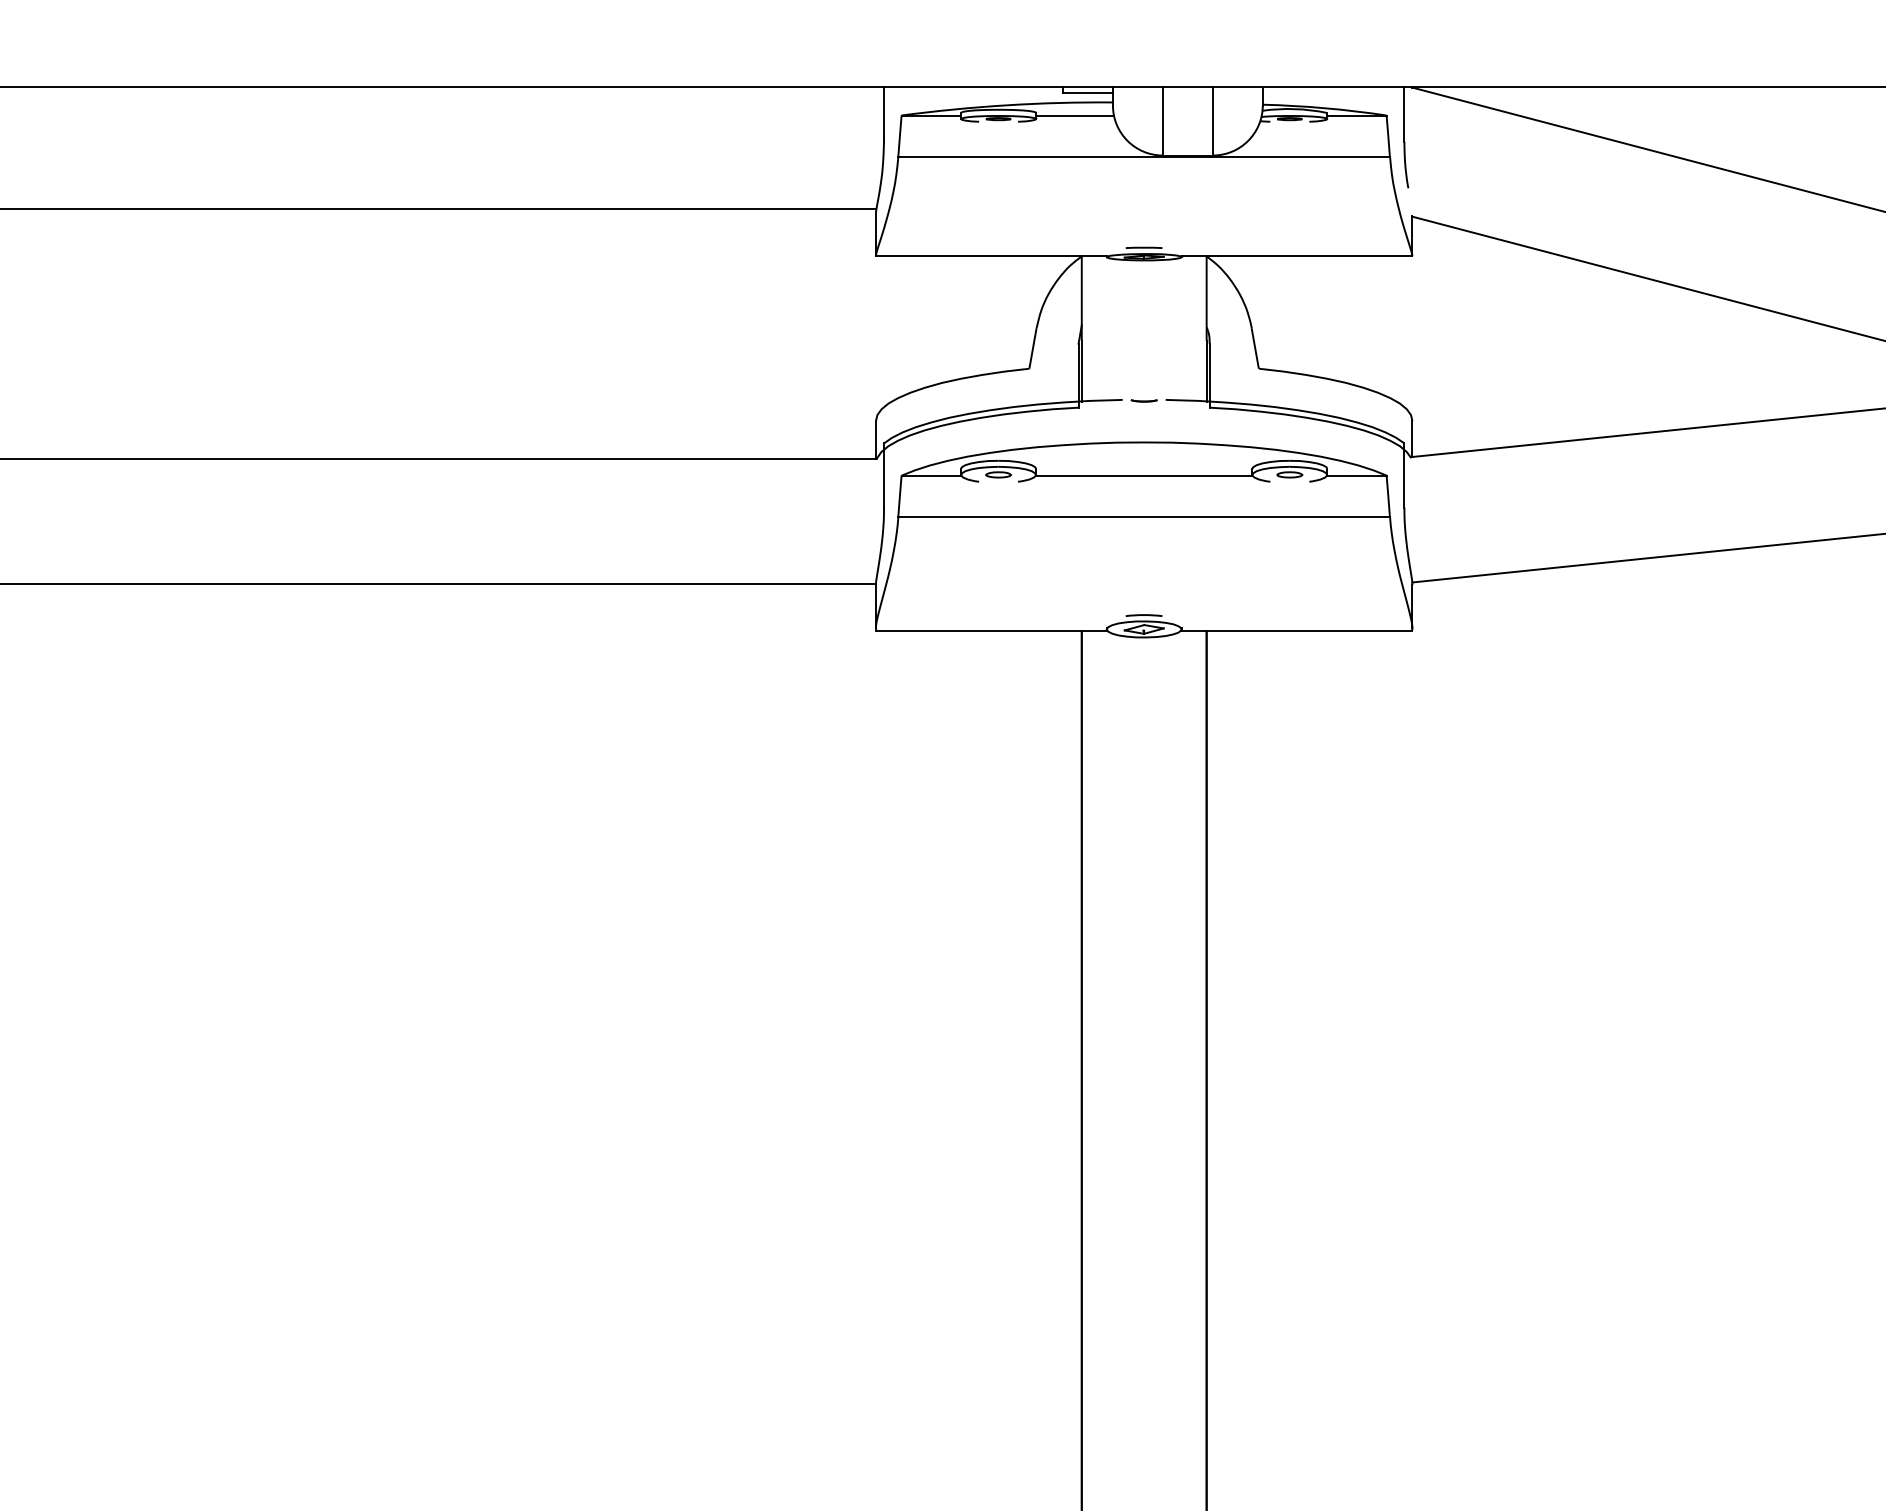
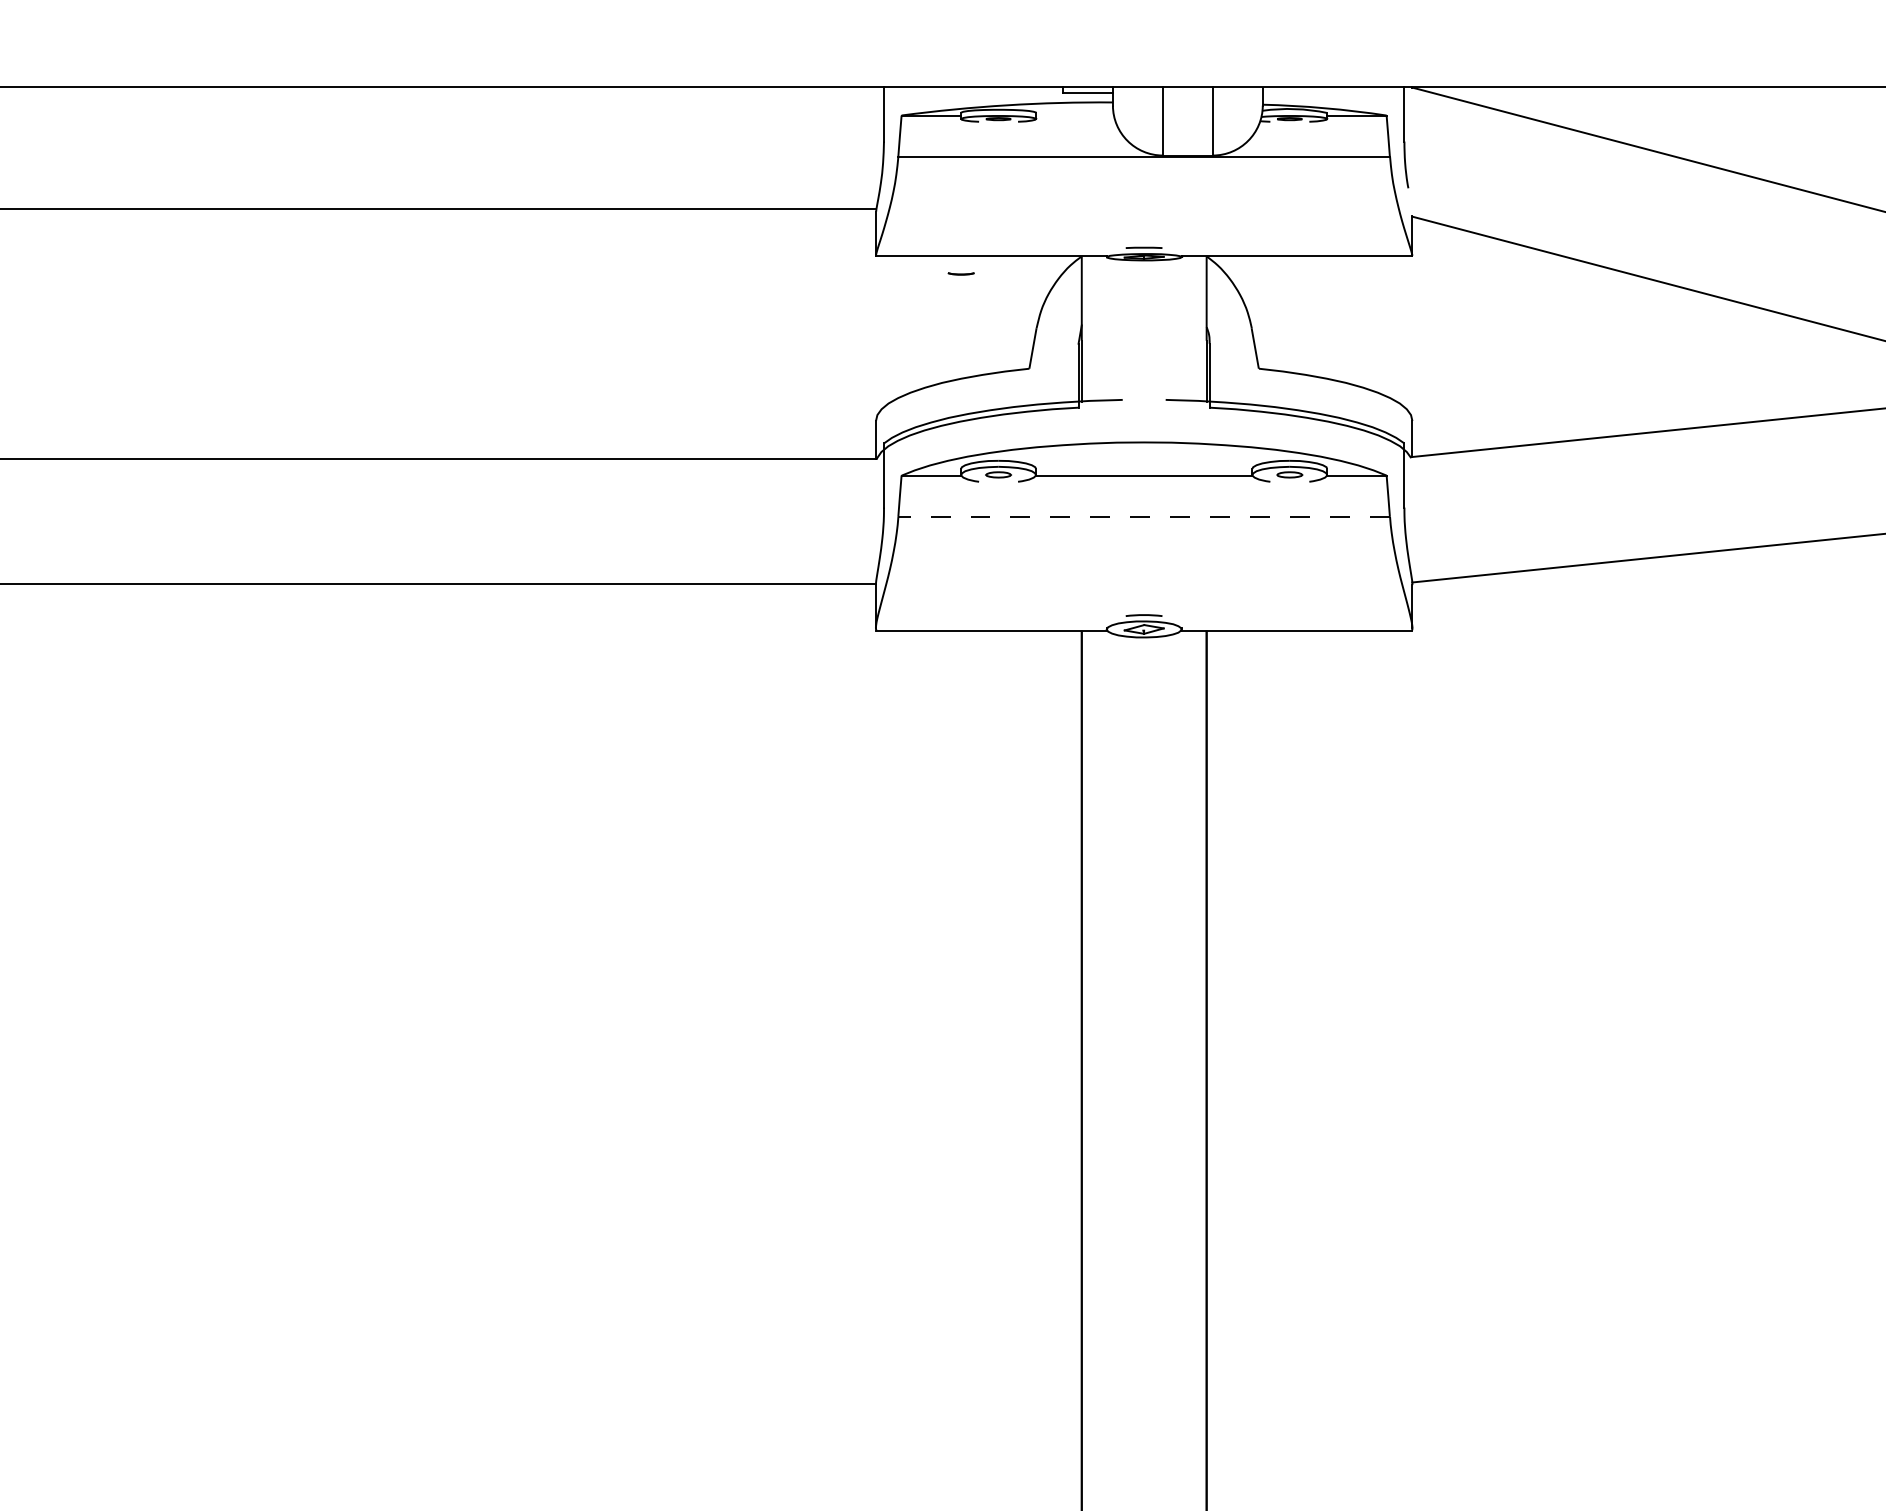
line at (1074, 115): present -> none
line at (1143, 400) position: (1143, 400) -> (960, 273)
line at (1144, 516): solid -> dashed
